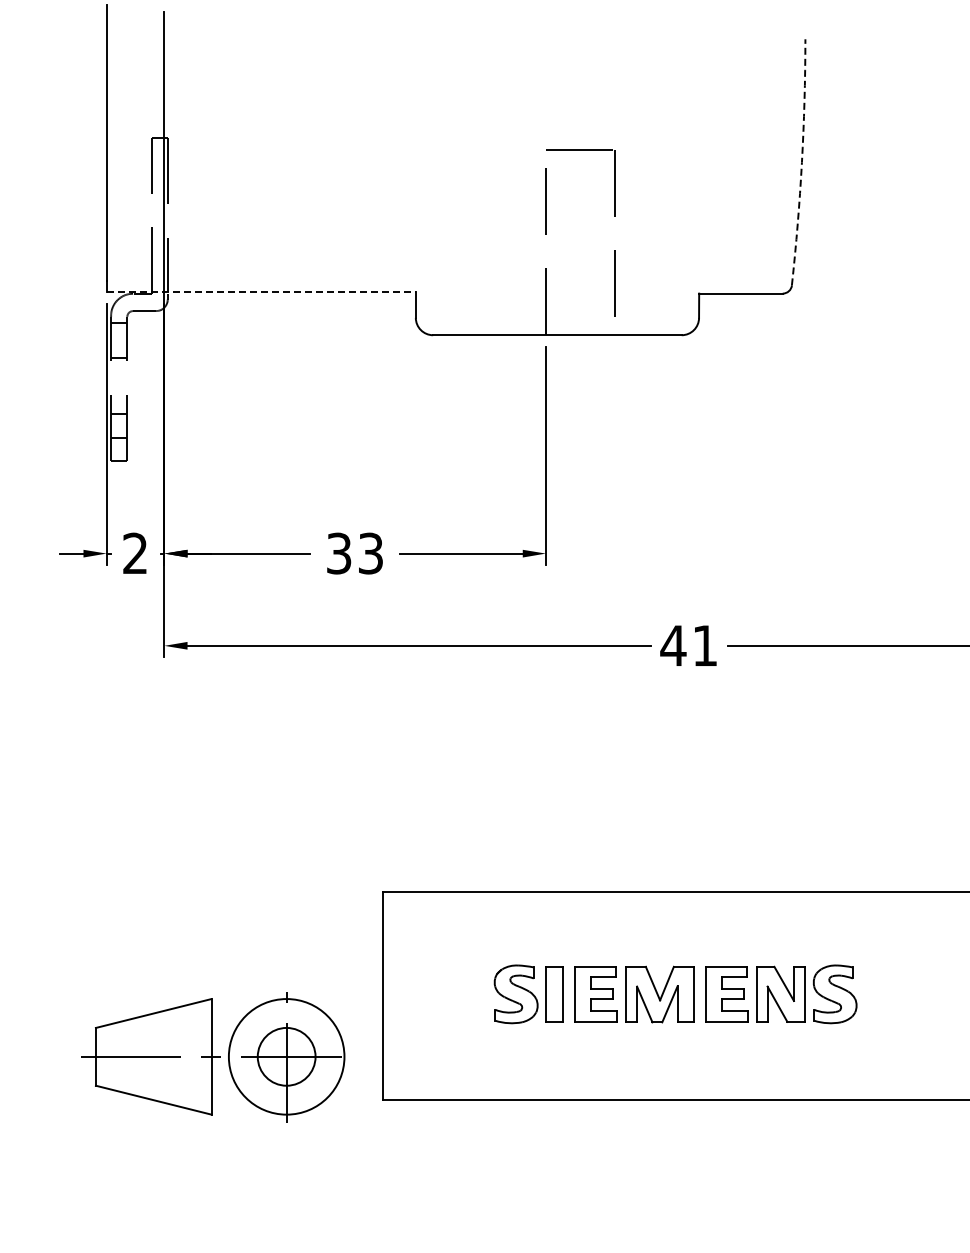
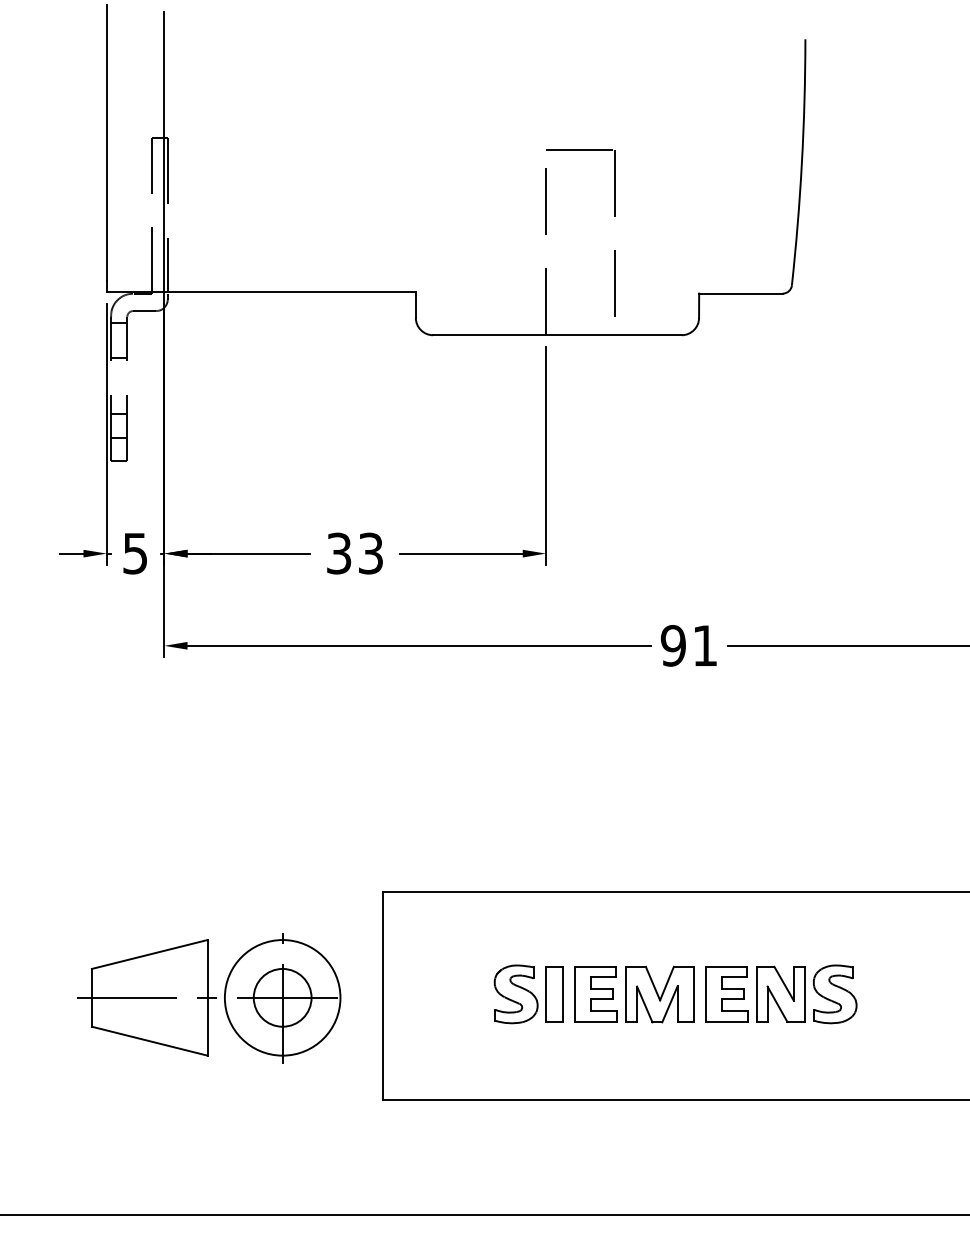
arc at (801, 162): dashed -> solid
line at (261, 292): dashed -> solid
text at (134, 553): 2 -> 5
text at (673, 645): 41 -> 91
part at (213, 1057) position: (213, 1057) -> (209, 998)
line at (484, 1215): none -> present
